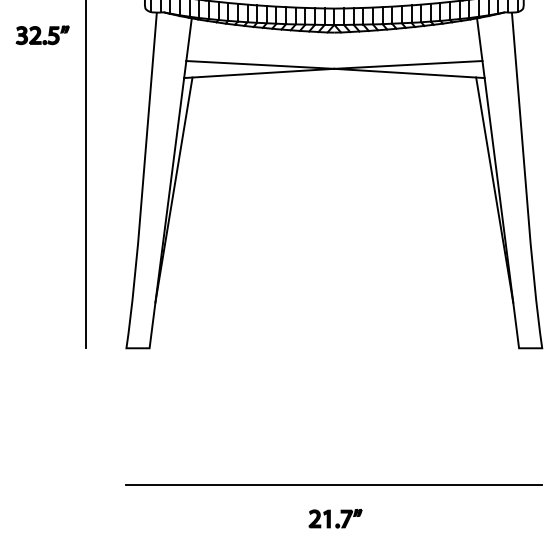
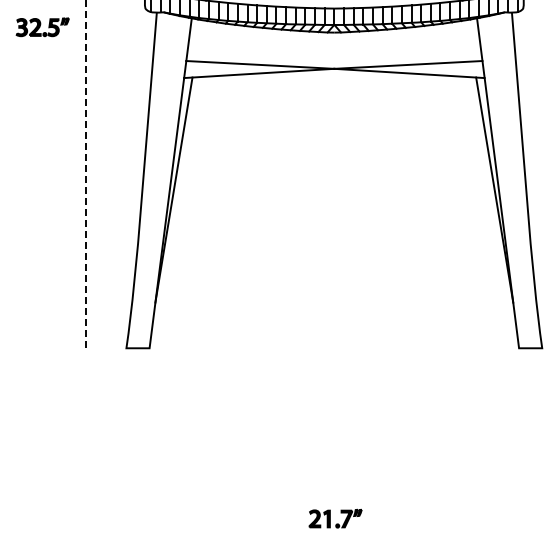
part at (42, 35) position: (42, 35) -> (42, 27)
line at (86, 174): solid -> dashed
line at (334, 484): present -> none
